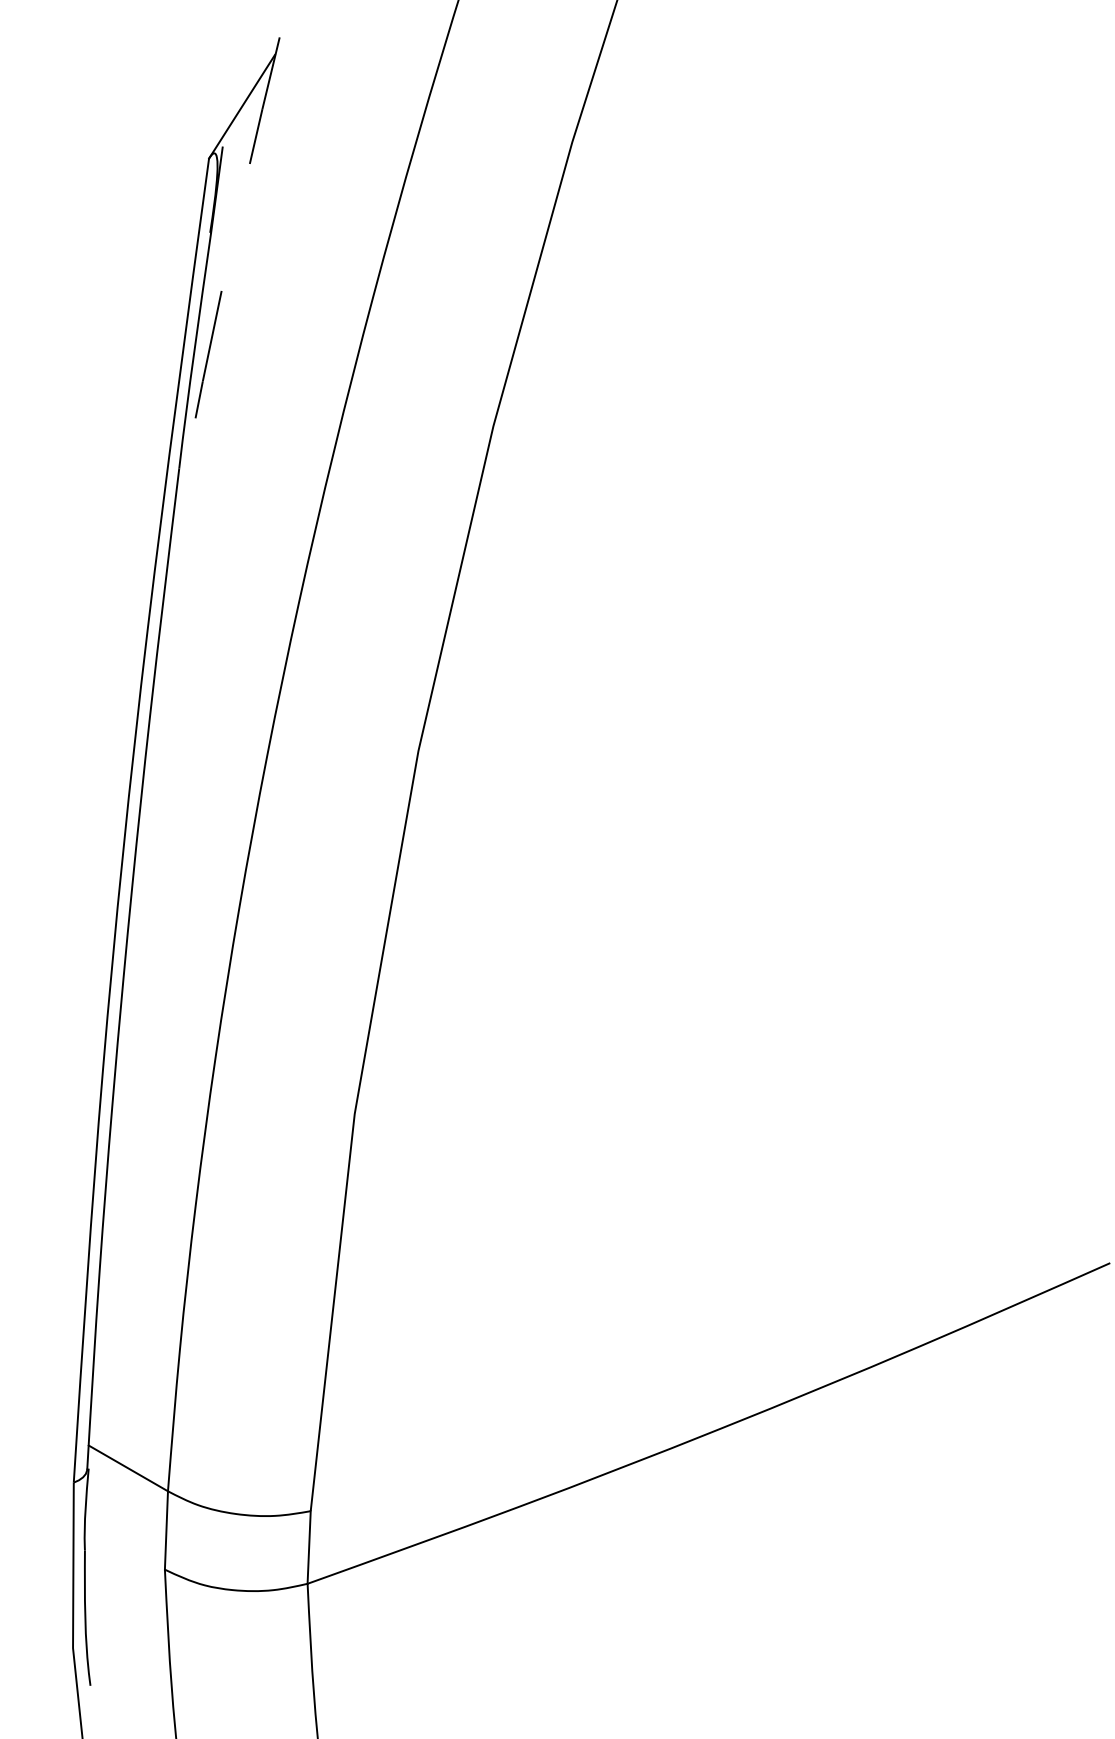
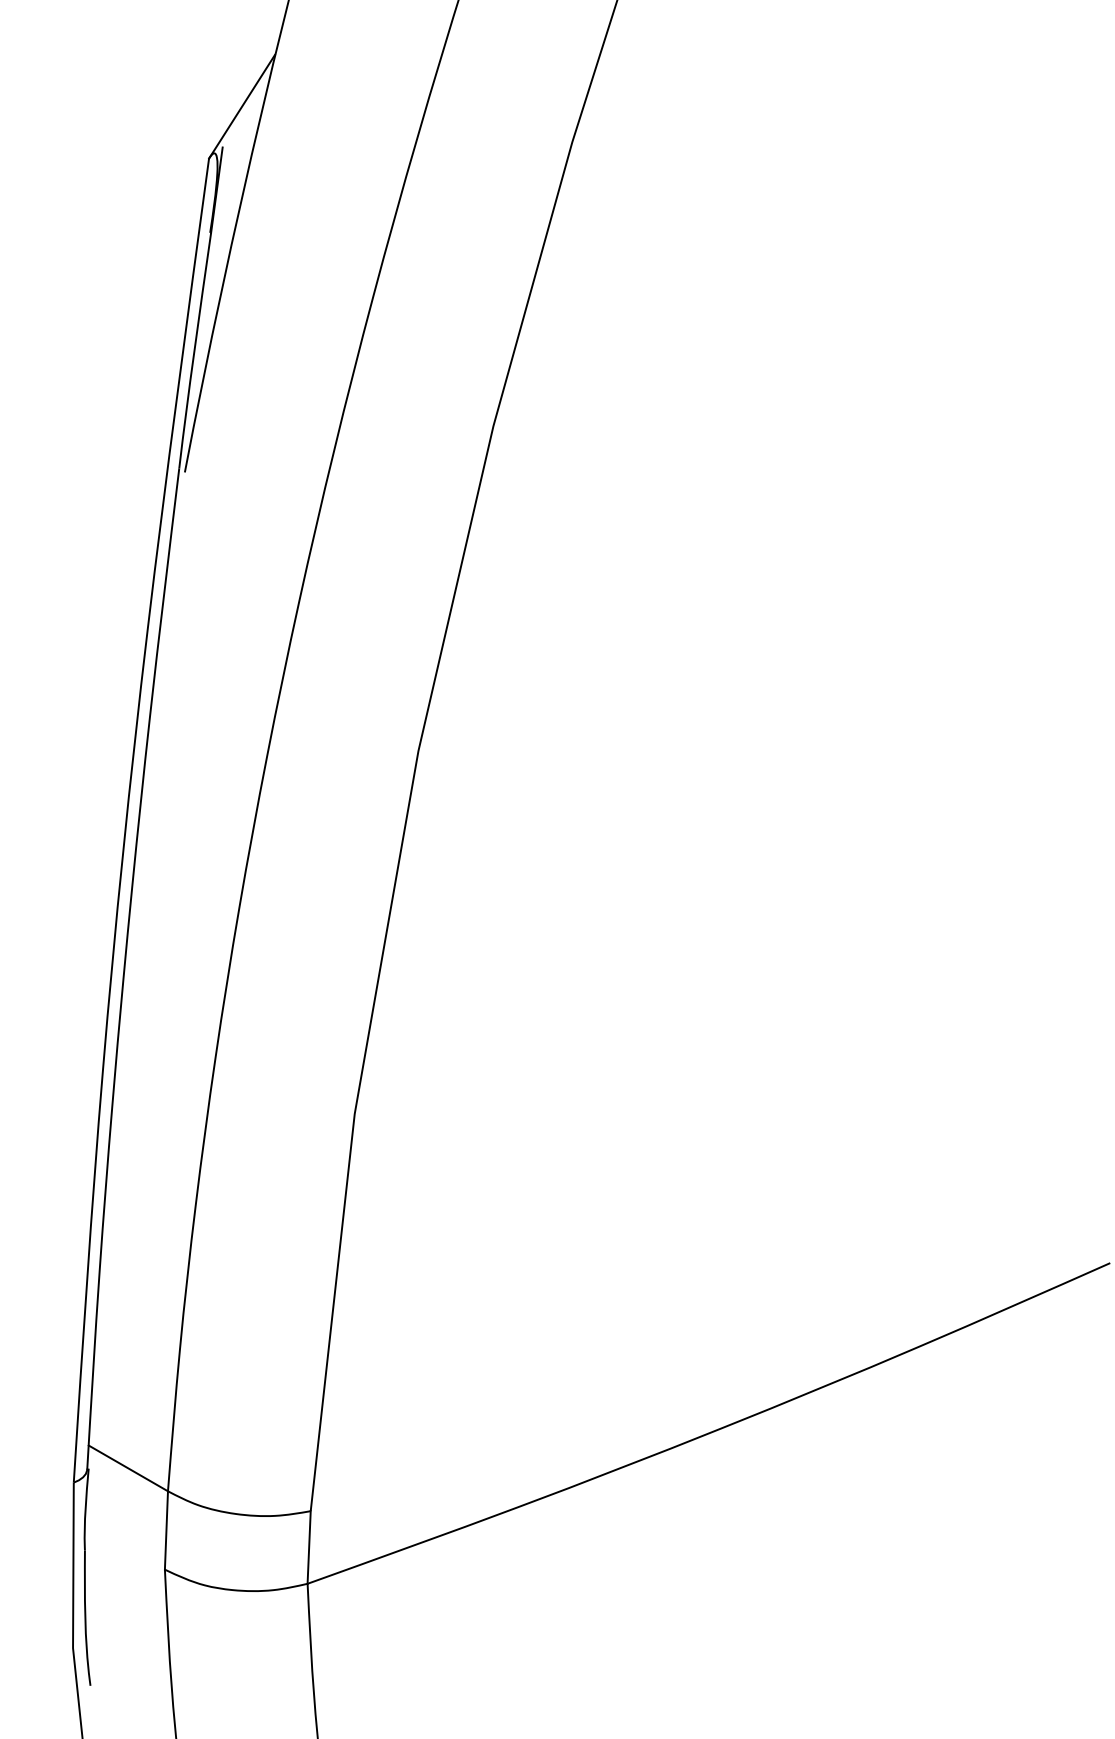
arc at (233, 235): dashed -> solid
